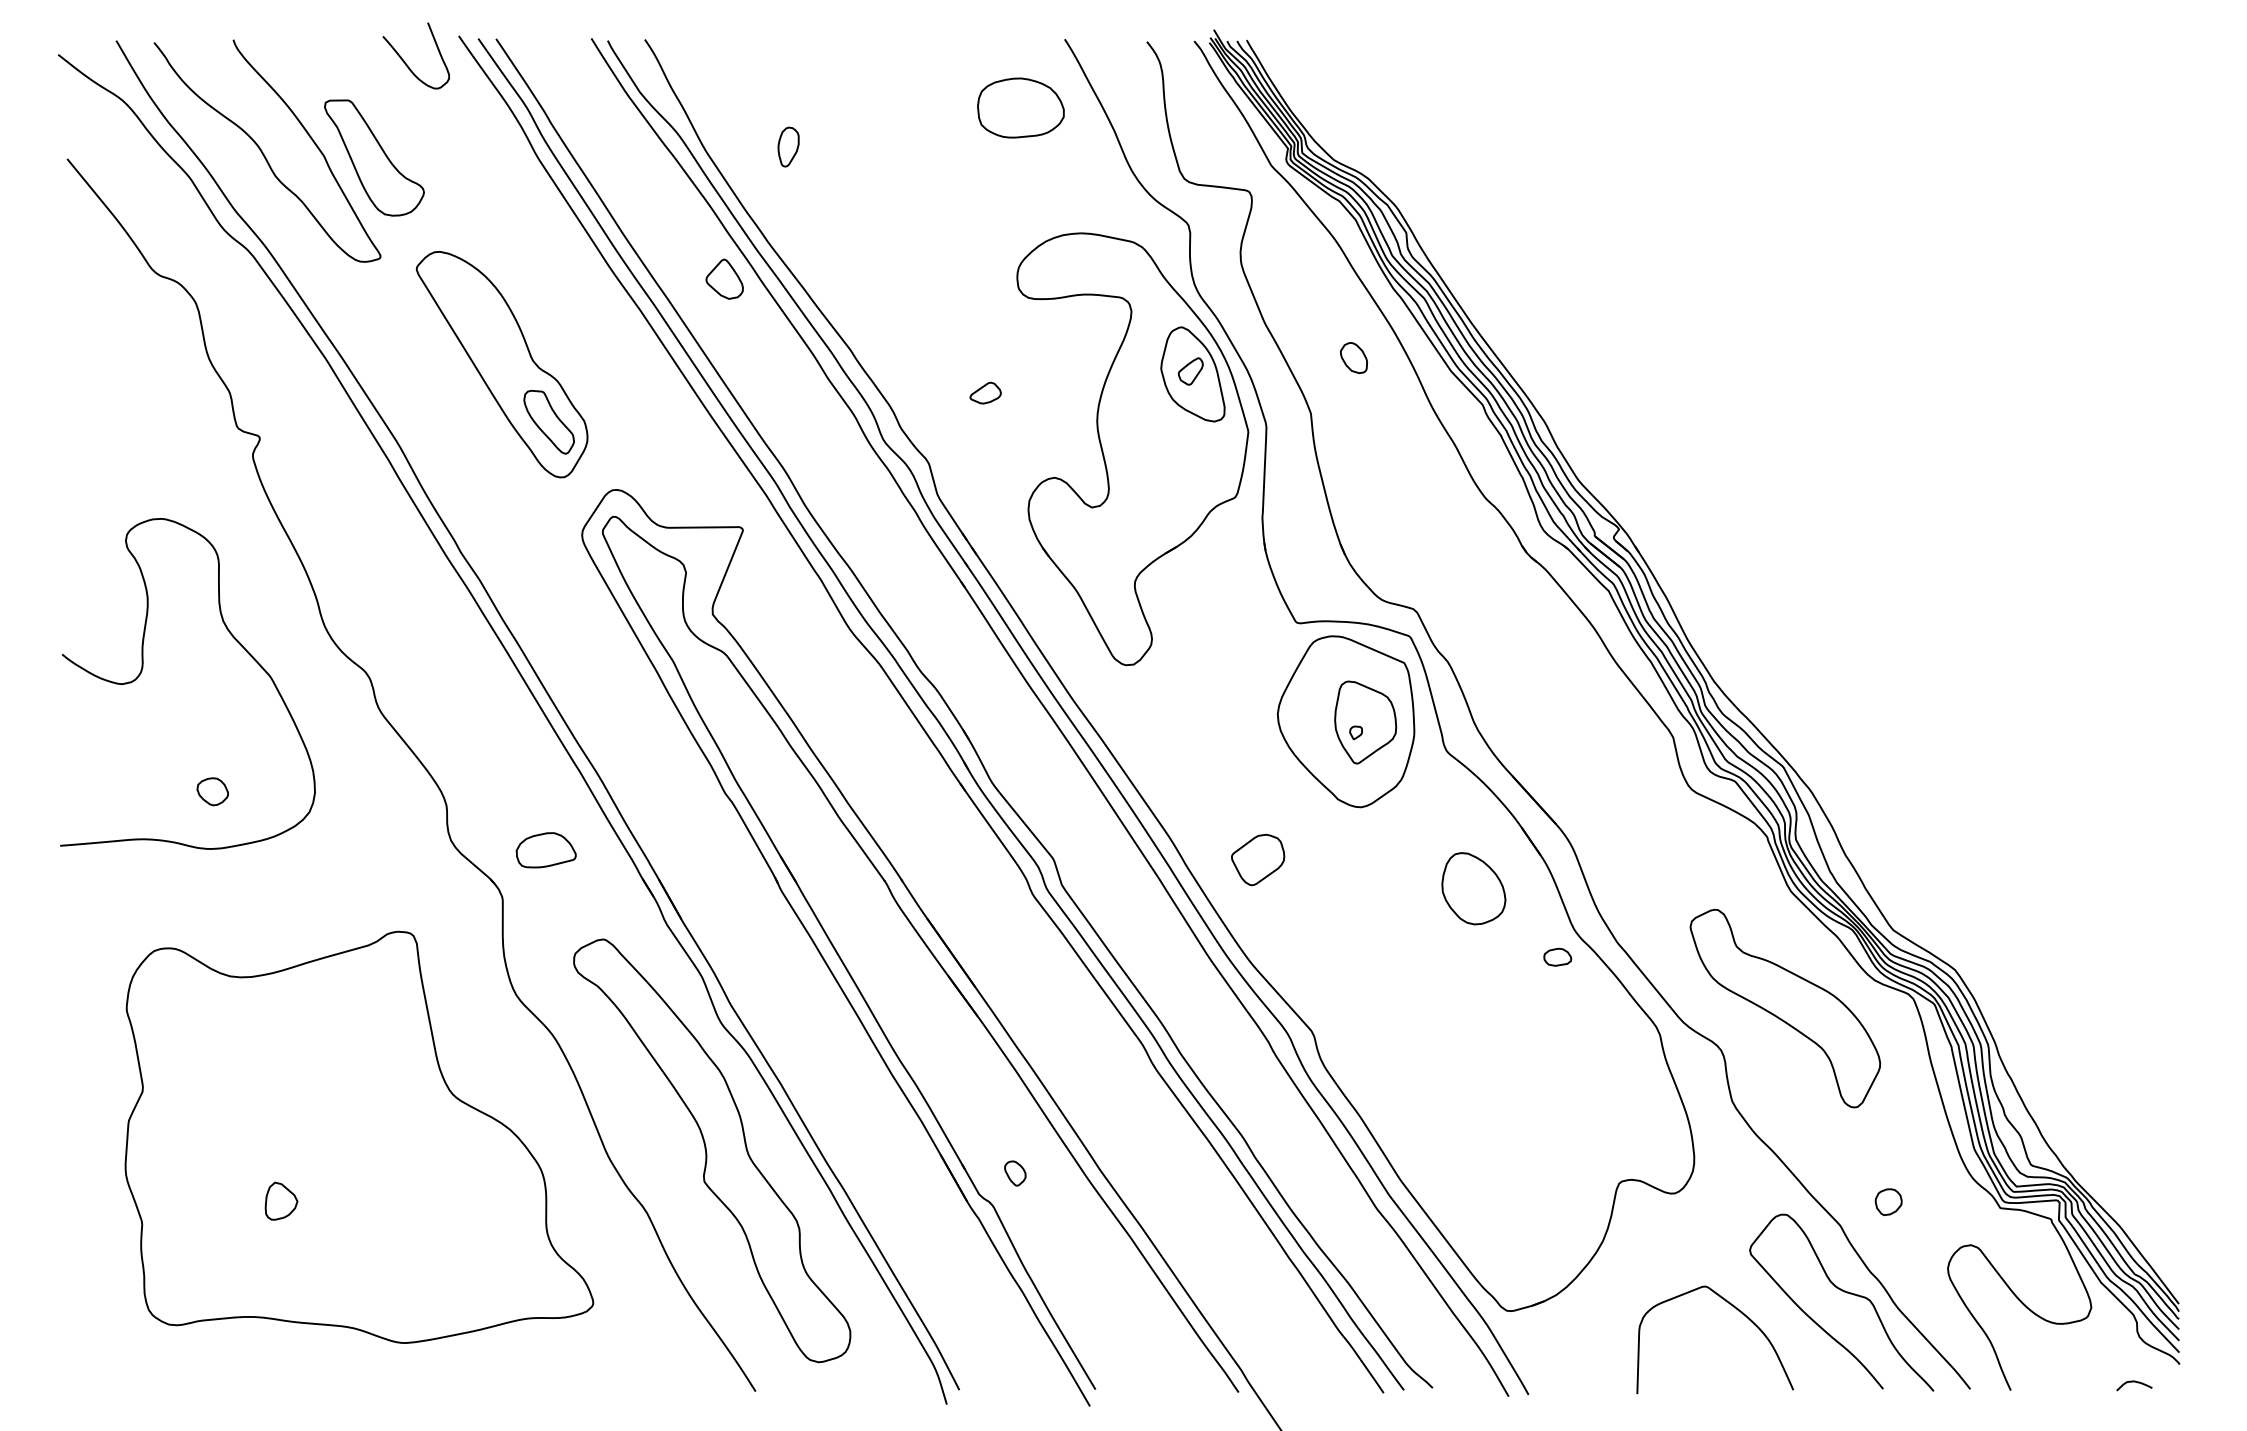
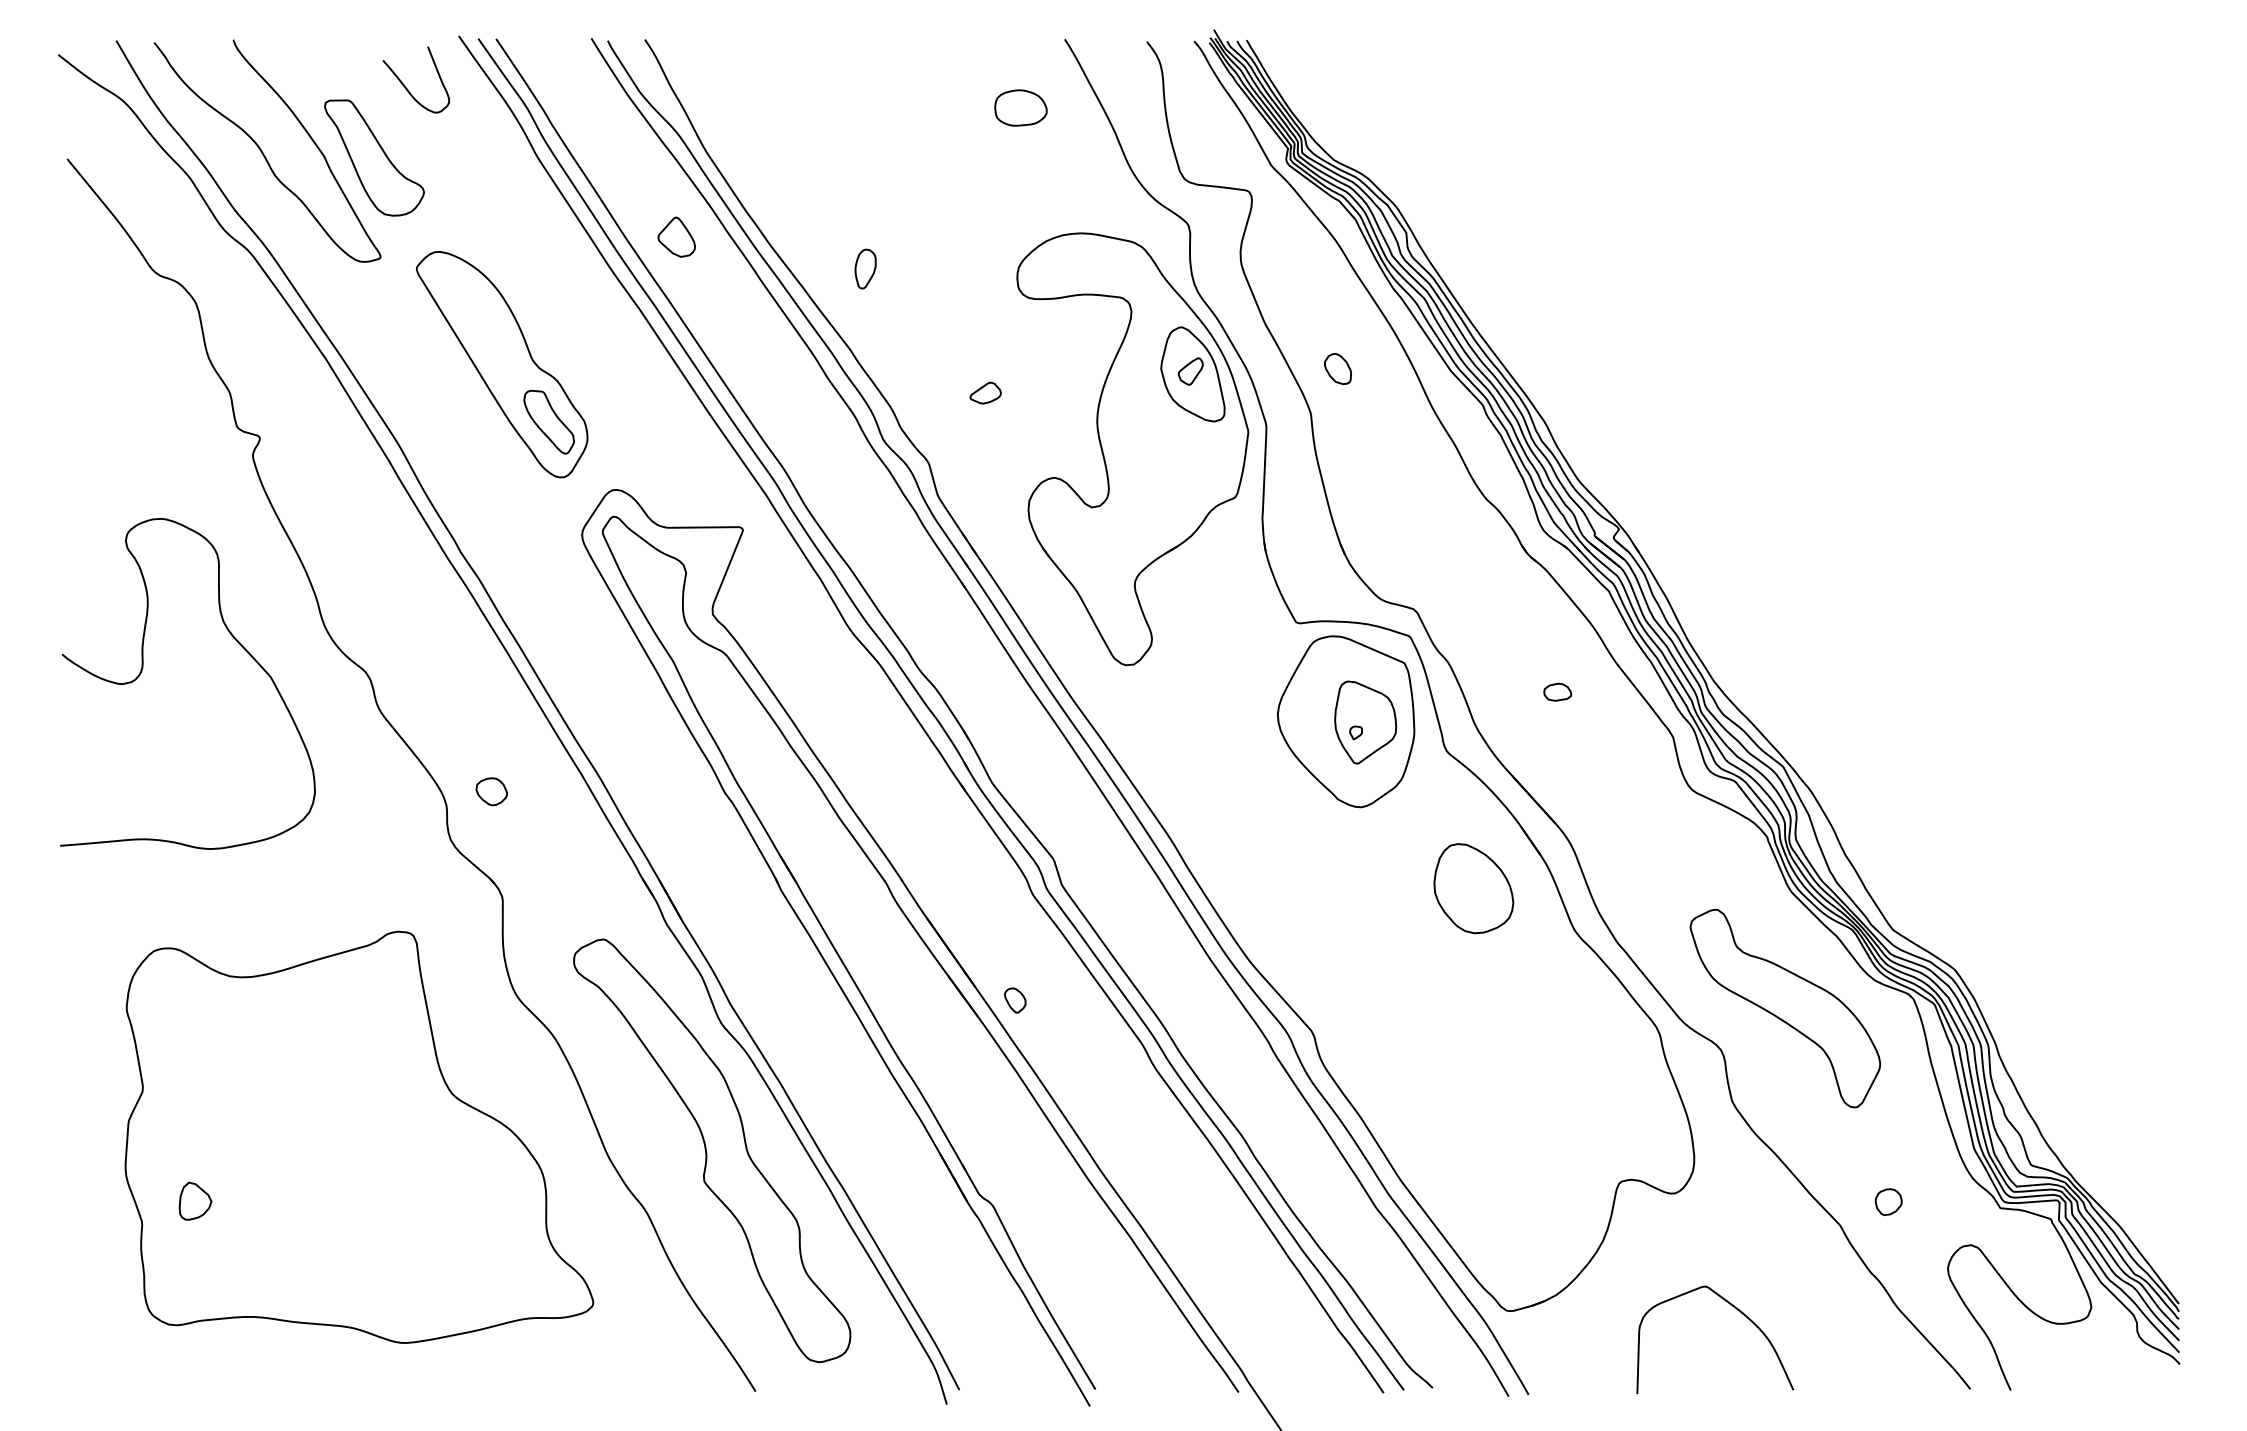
curve at (405, 61) position: (405, 61) -> (405, 85)
part at (1020, 107) size: 88x62 px -> 54x38 px
part at (788, 146) position: (788, 146) -> (865, 268)
part at (724, 278) position: (724, 278) -> (676, 236)
part at (1353, 357) position: (1353, 357) -> (1337, 368)
part at (212, 791) position: (212, 791) -> (491, 791)
part at (545, 850): present -> none
part at (1258, 859): present -> none
part at (1473, 888) size: 66x74 px -> 82x92 px
part at (1557, 956) position: (1557, 956) -> (1557, 691)
part at (1015, 1173) position: (1015, 1173) -> (1015, 1000)
part at (281, 1200) position: (281, 1200) -> (195, 1200)
curve at (1846, 1293): present -> none
curve at (2134, 1382): present -> none
